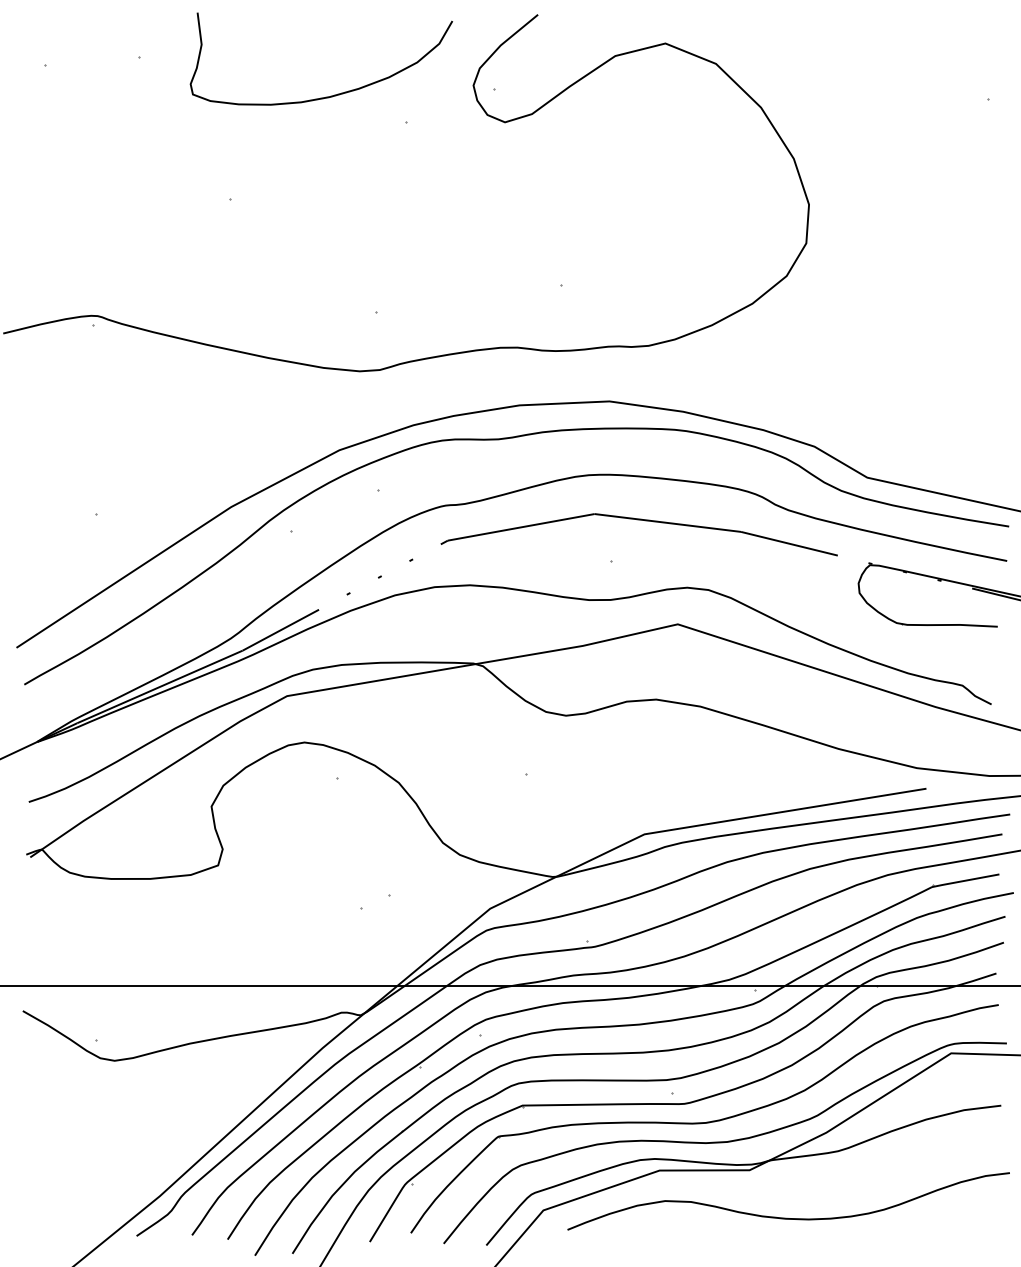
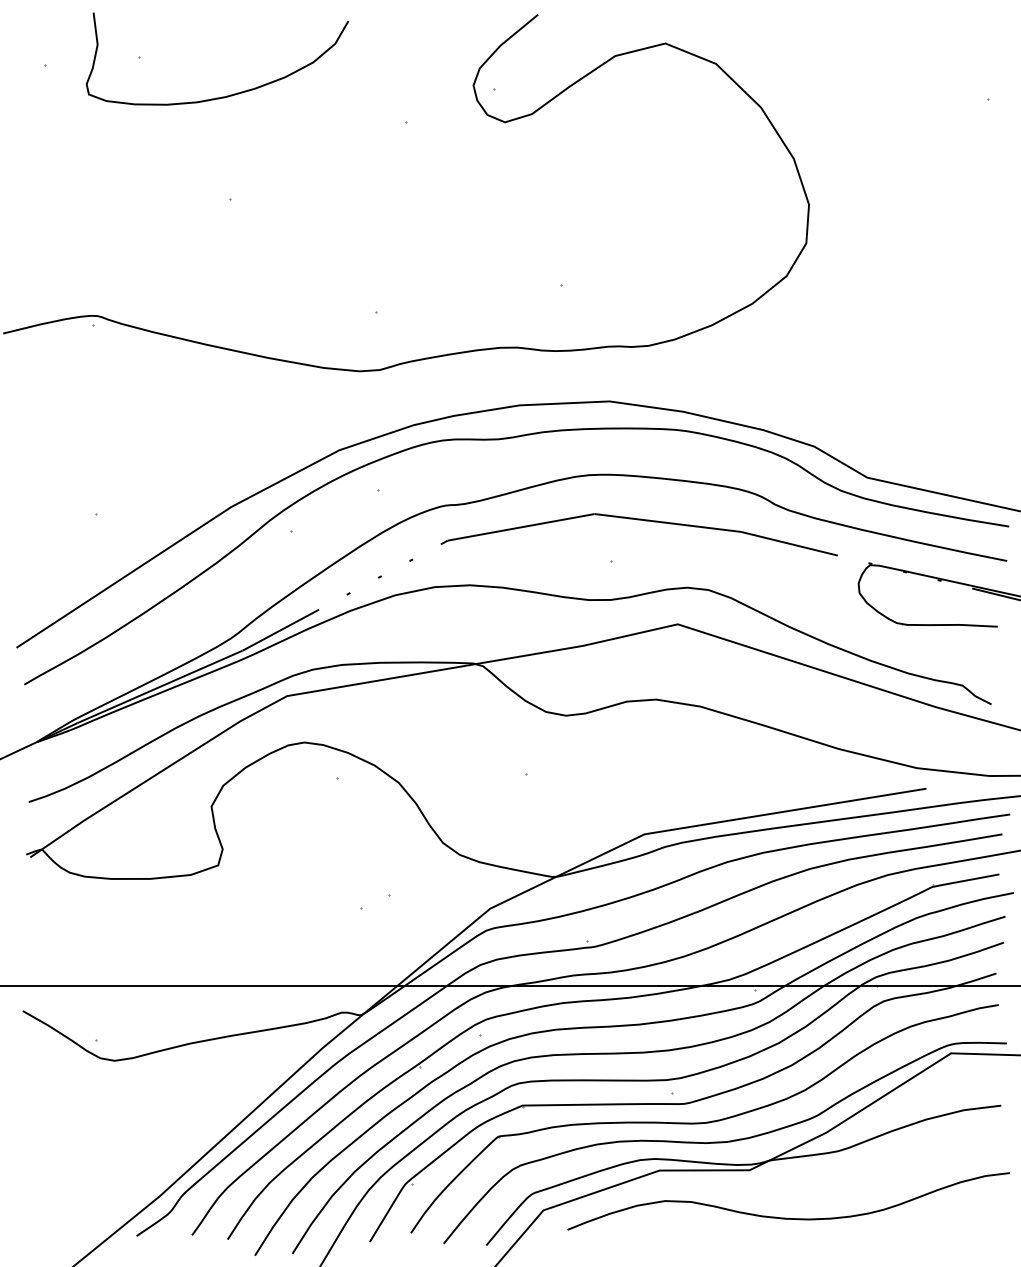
curve at (330, 95) position: (330, 95) -> (226, 95)
